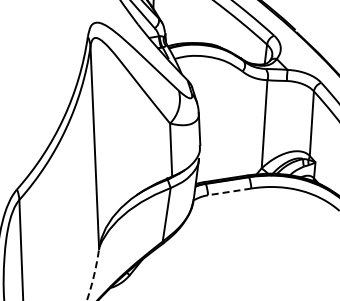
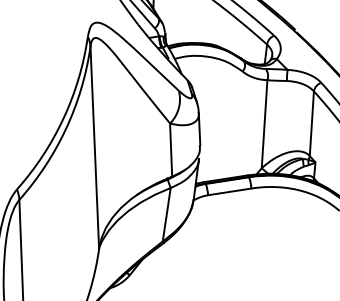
line at (229, 191): dashed -> solid
arc at (94, 275): dashed -> solid
